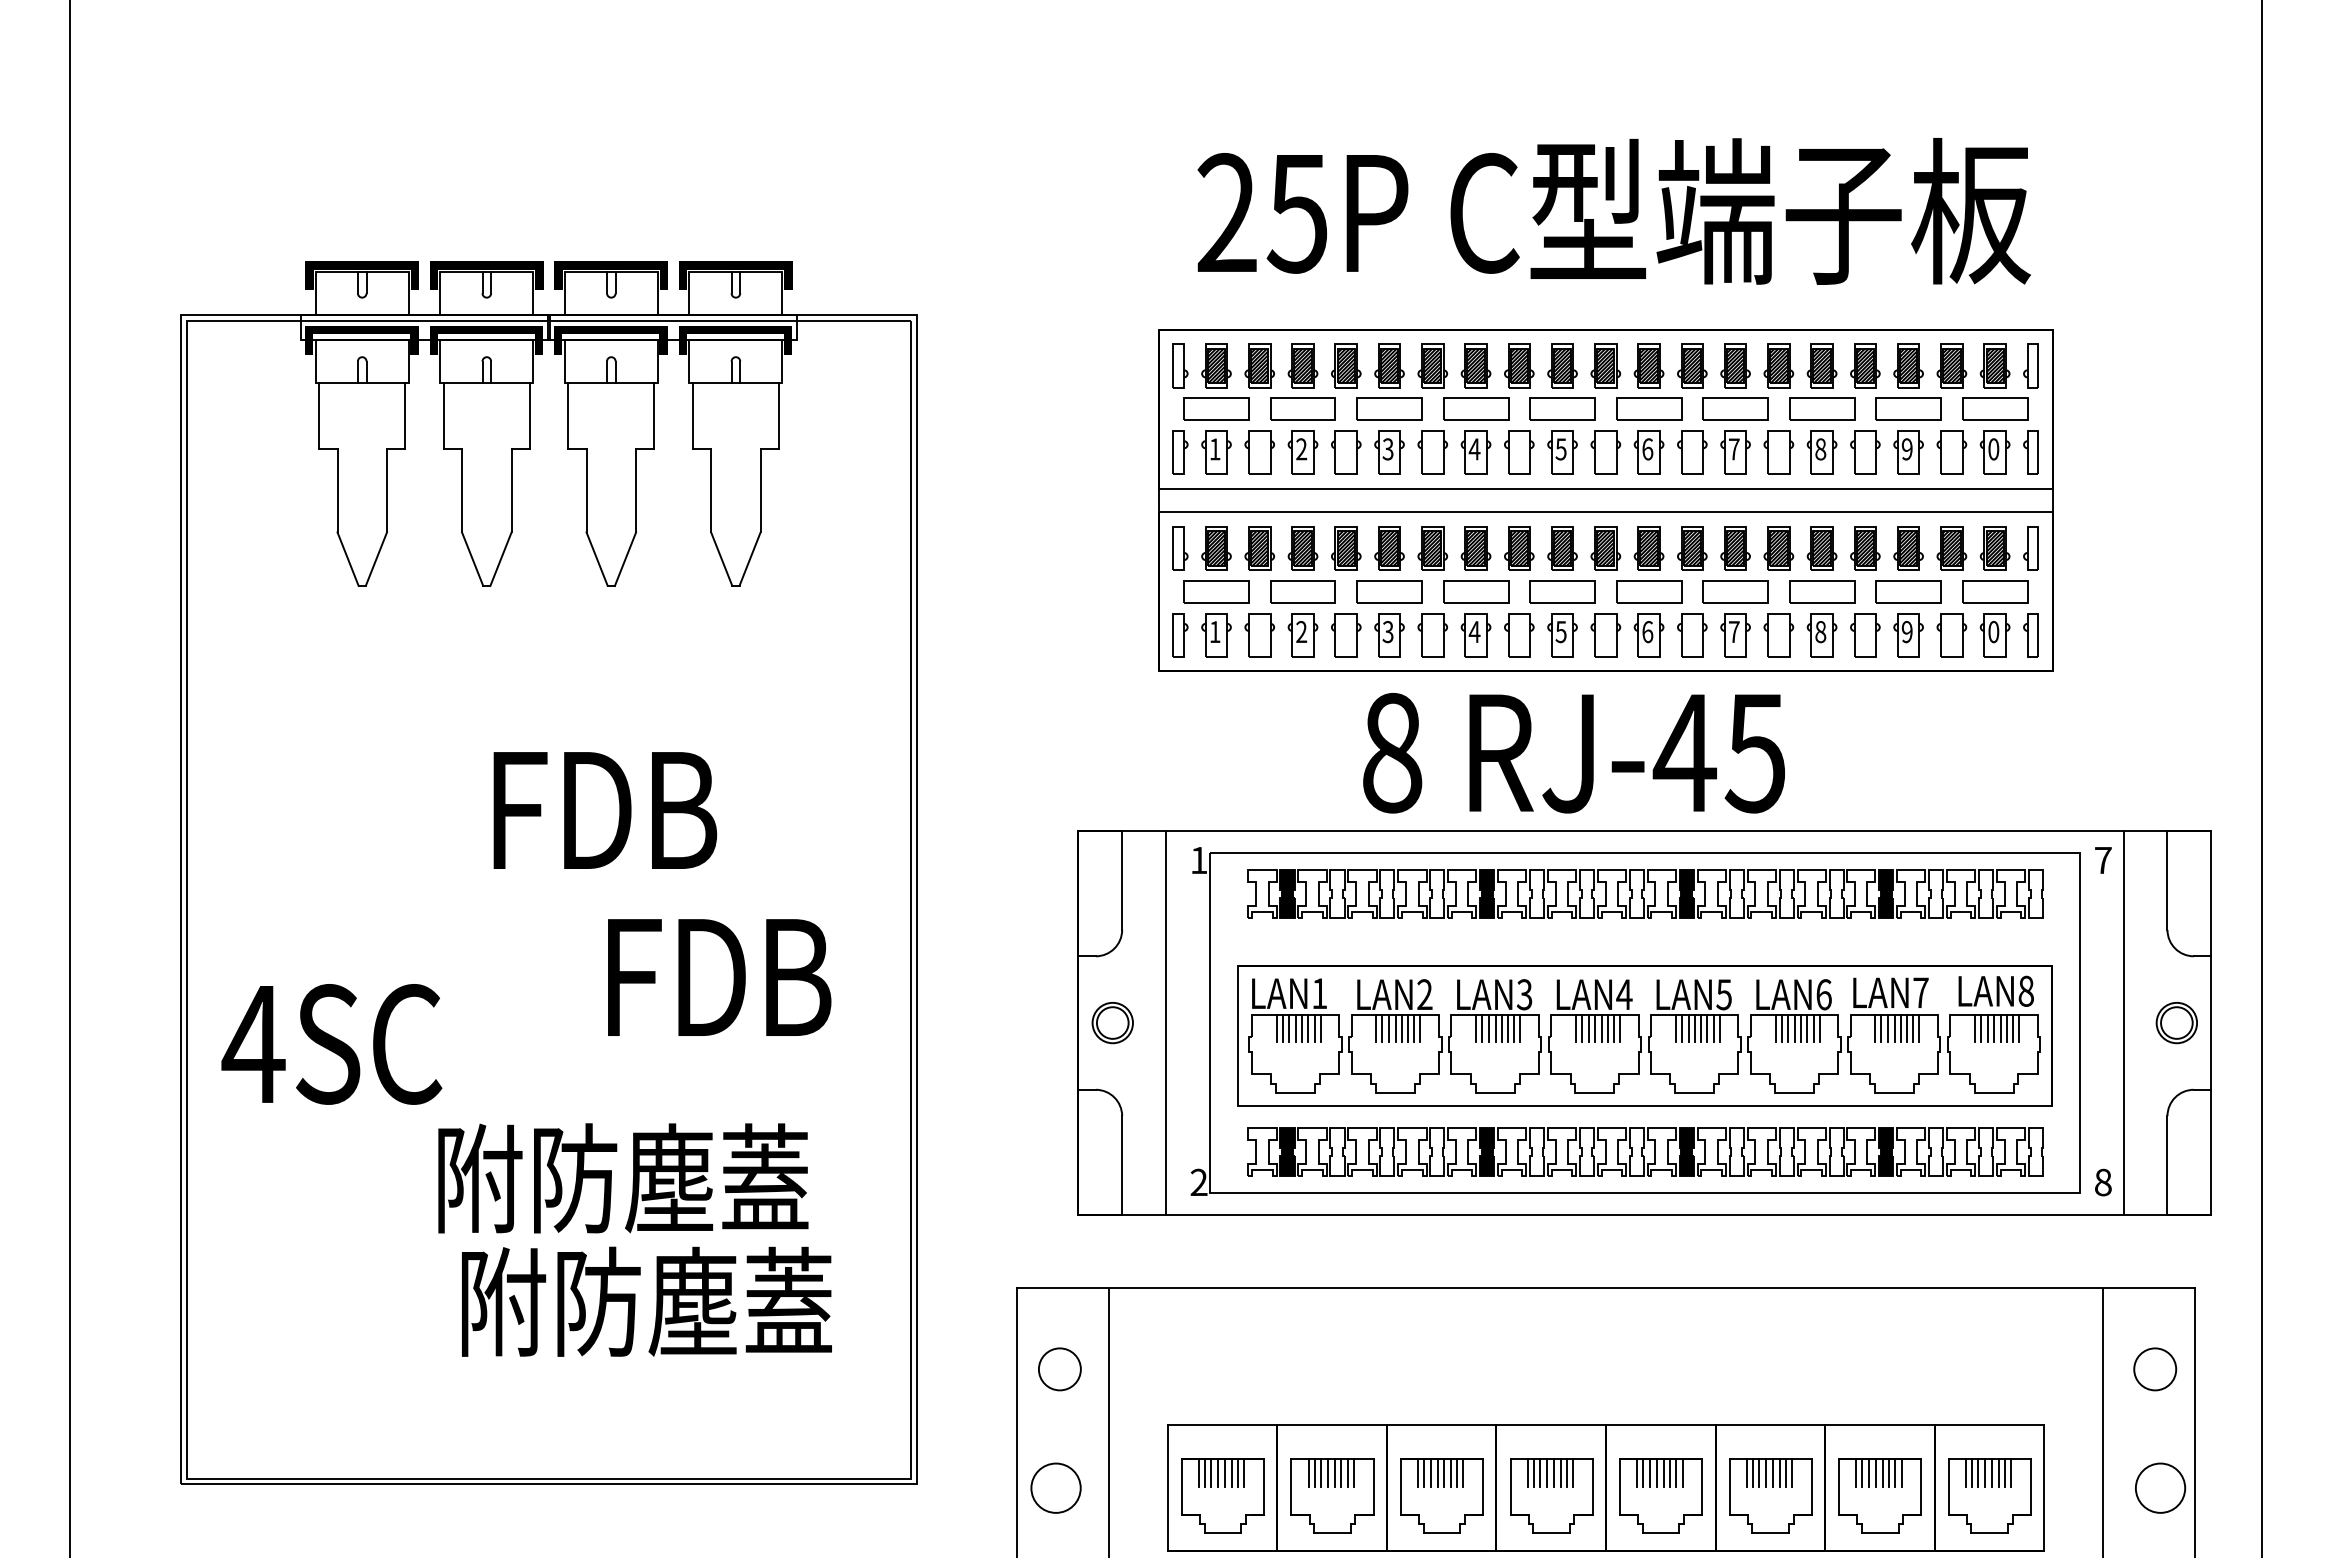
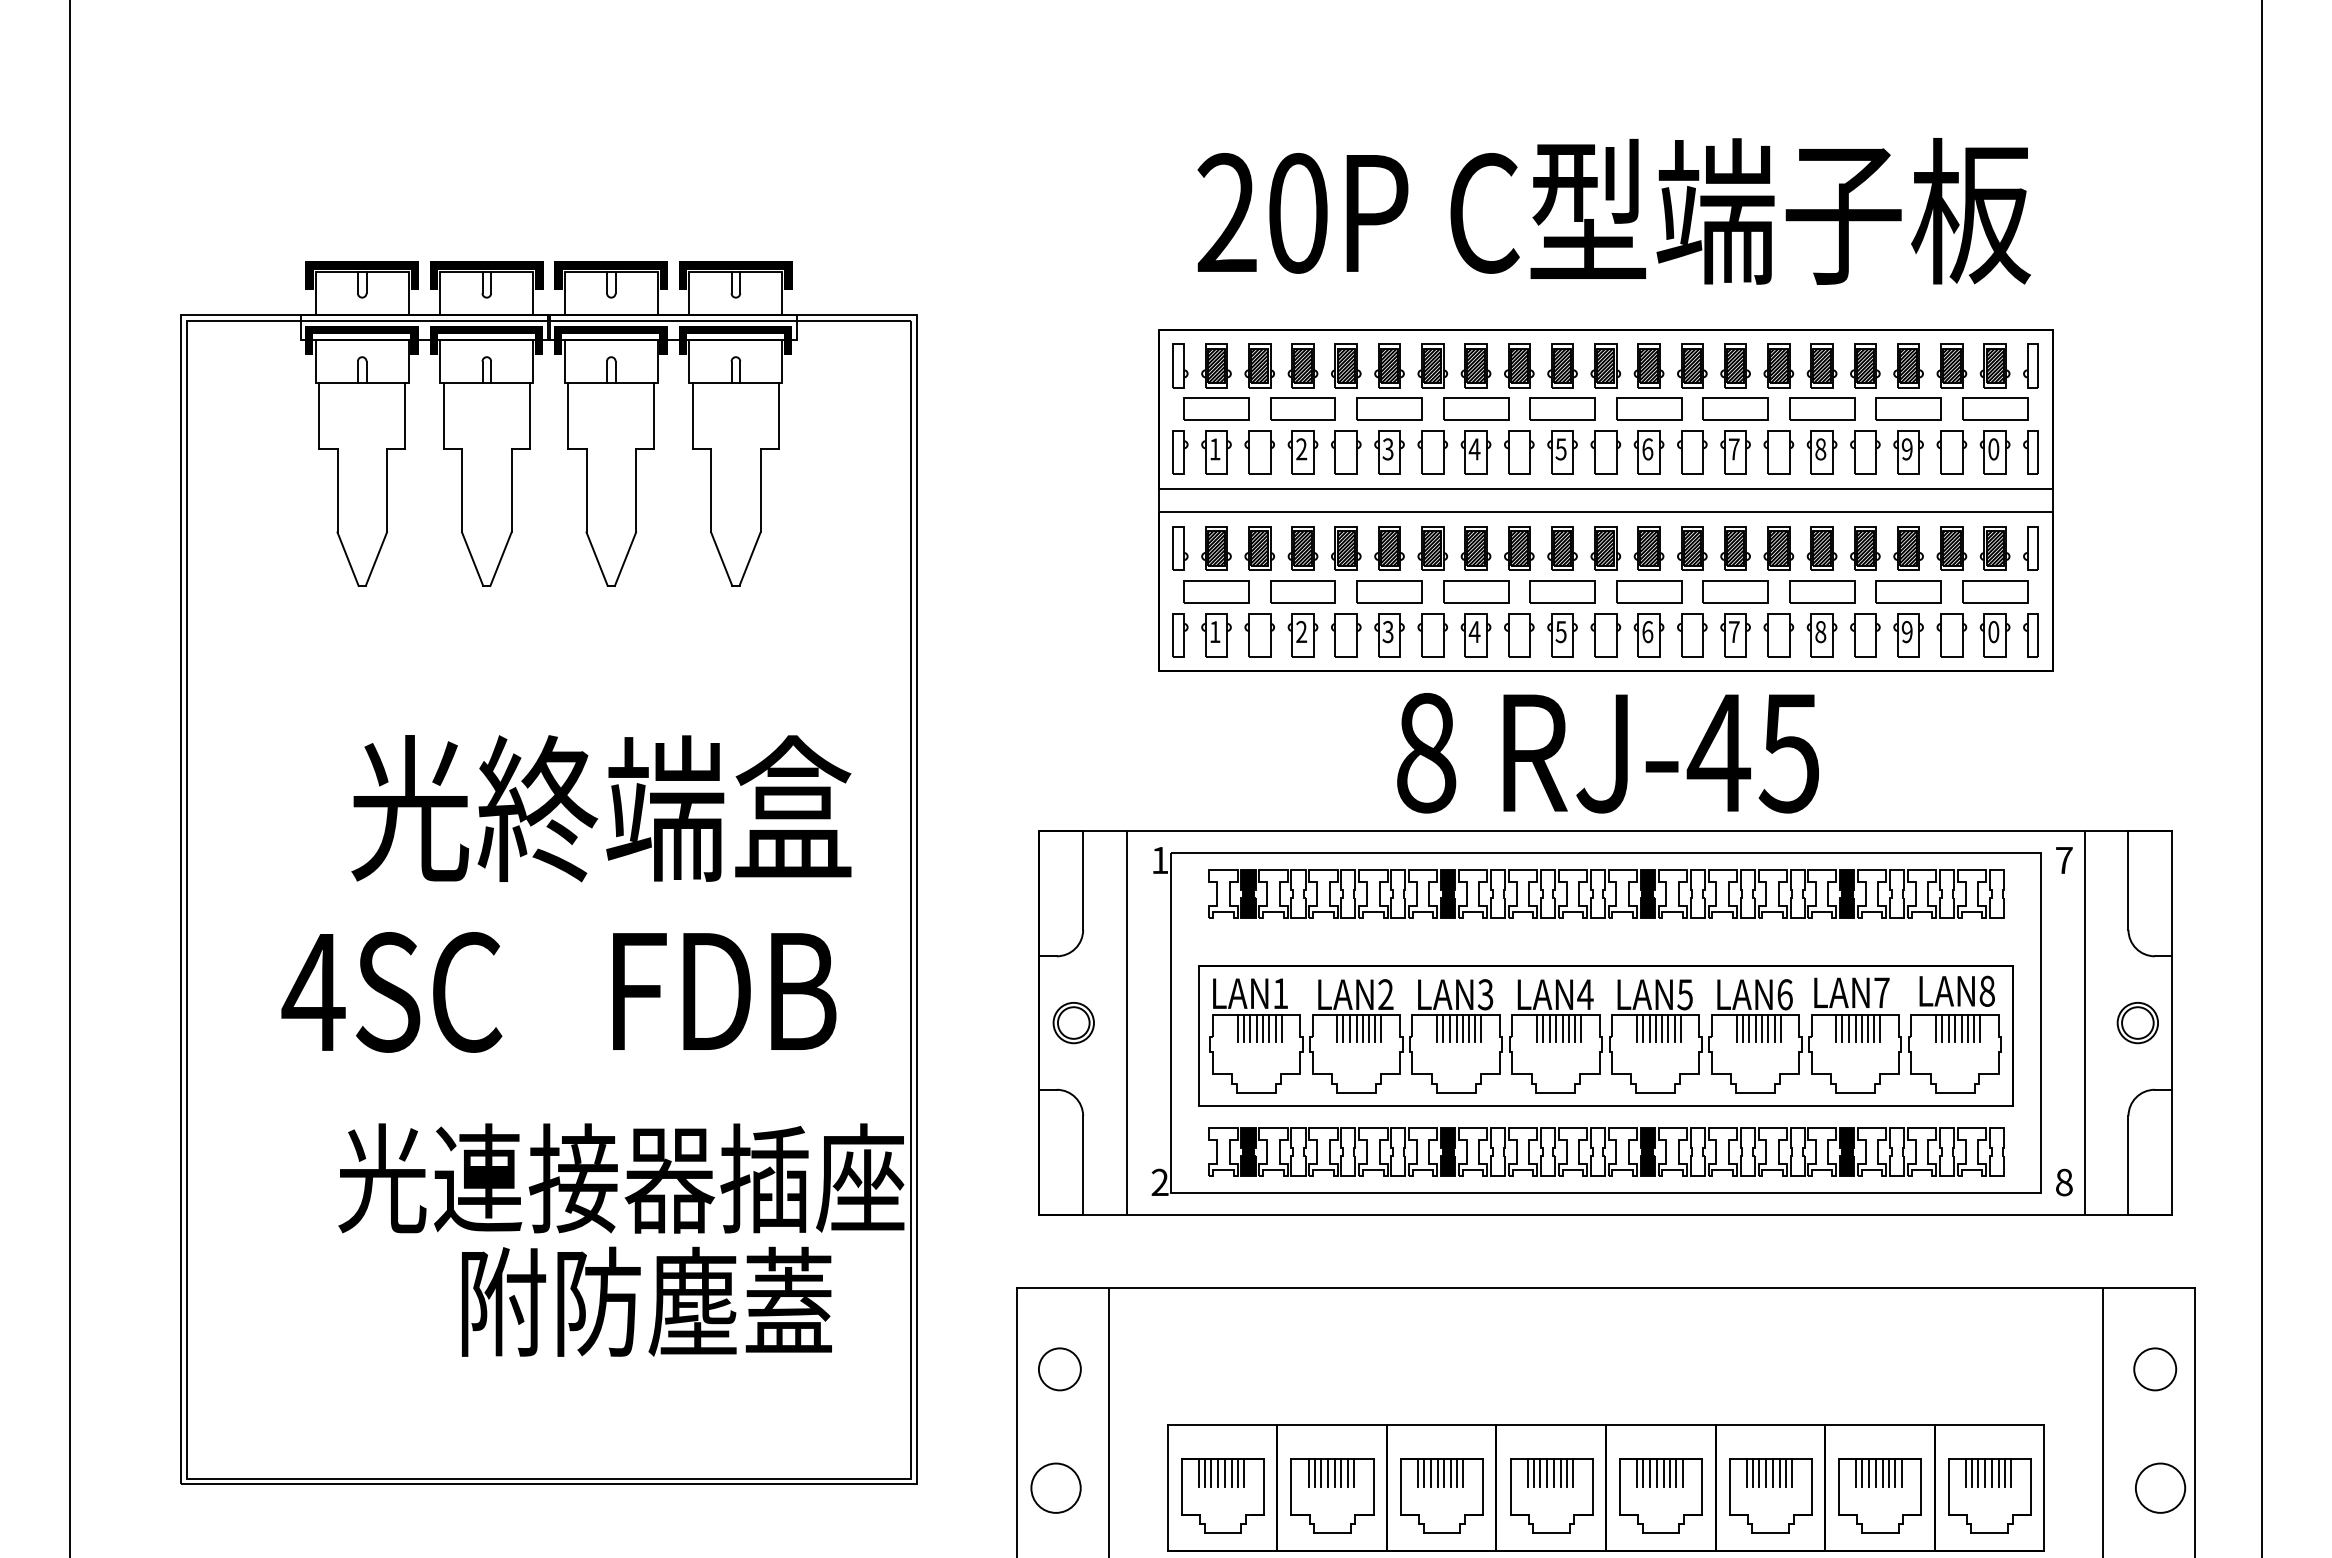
text at (1296, 213): 25P -> 20P
text at (1573, 753) position: (1573, 753) -> (1607, 753)
text at (601, 808): FDB -> 光終端盒
text at (719, 977) position: (719, 977) -> (724, 991)
part at (1644, 1022) position: (1644, 1022) -> (1605, 1022)
text at (331, 1044) position: (331, 1044) -> (391, 992)
text at (621, 1178): 附防塵蓋 -> 光連接器插座
